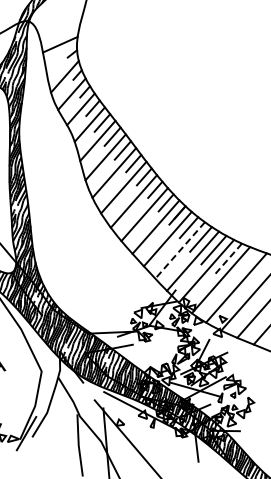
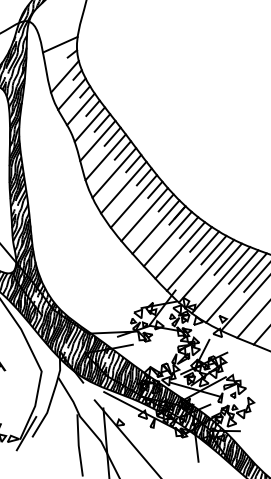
line at (180, 250): dashed -> solid
line at (228, 259): dashed -> solid
line at (243, 266): none -> present
line at (255, 278): none -> present
